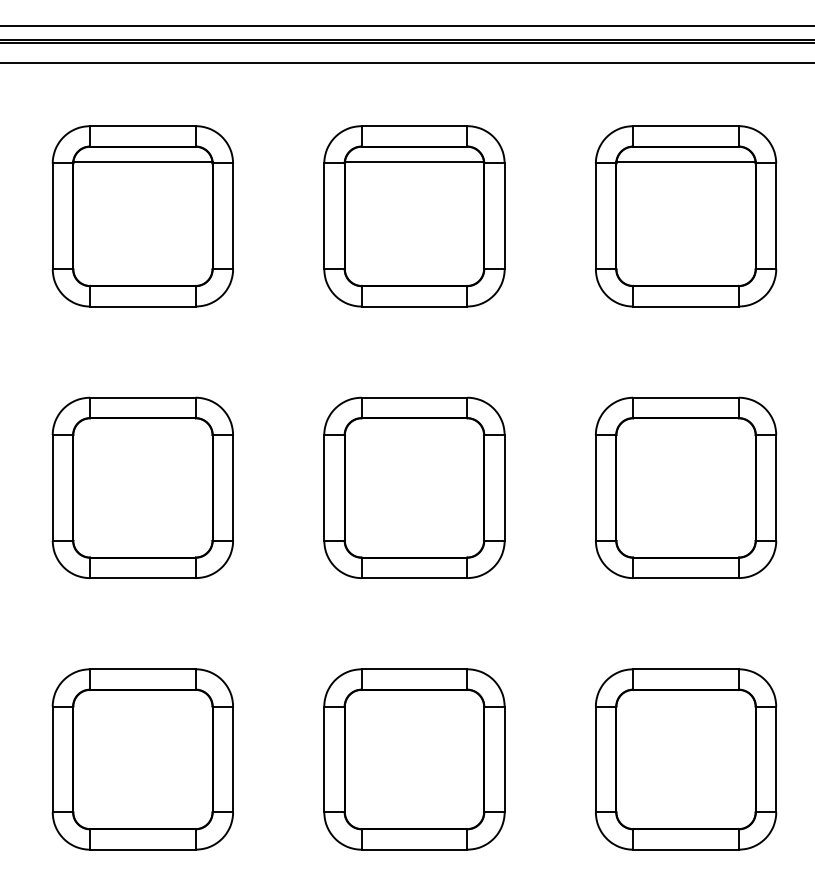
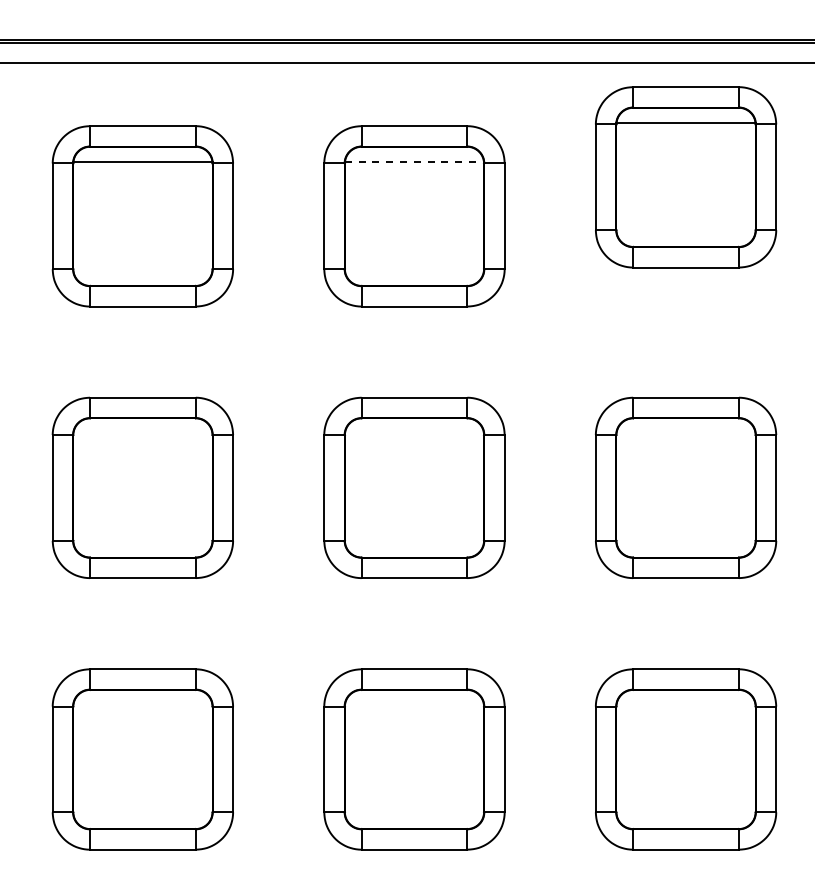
line at (406, 26): present -> none
line at (414, 162): solid -> dashed
part at (686, 216) position: (686, 216) -> (686, 177)
